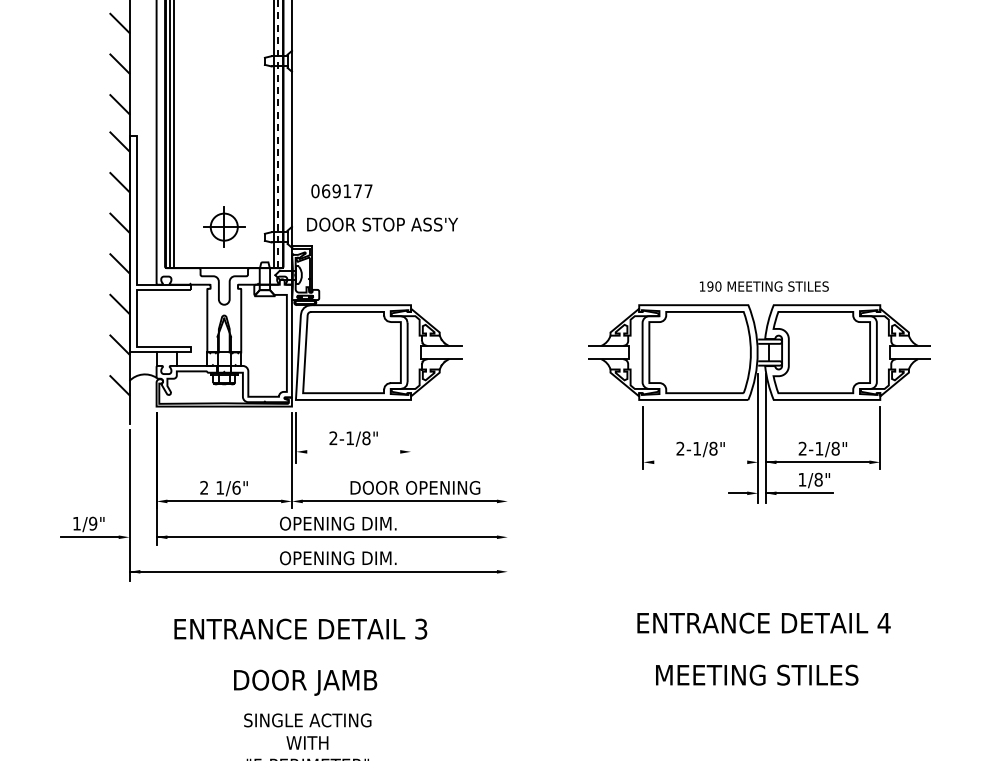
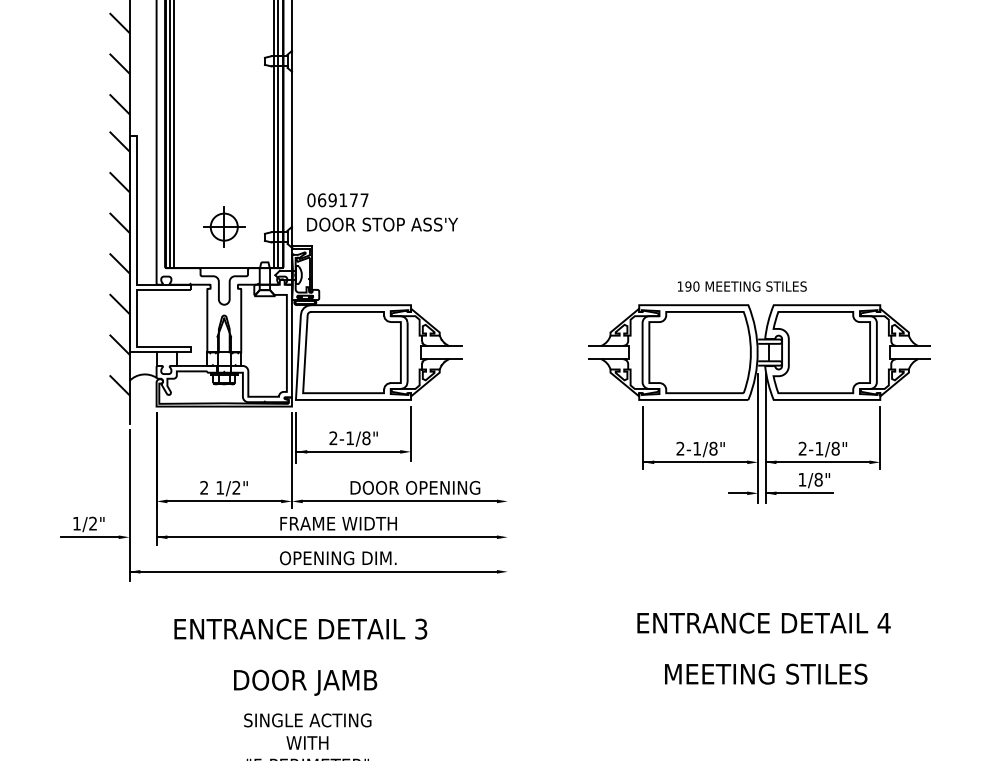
line at (278, 133): dashed -> solid
text at (341, 191) position: (341, 191) -> (337, 200)
text at (763, 286) position: (763, 286) -> (741, 286)
line at (411, 433): none -> present
line at (348, 451): none -> present
line at (695, 462): none -> present
text at (236, 487): 1/6" -> 1/2"
text at (93, 523): 1/9" -> 1/2"
text at (338, 523): OPENING DIM. -> FRAME WIDTH
text at (757, 674) position: (757, 674) -> (766, 673)
